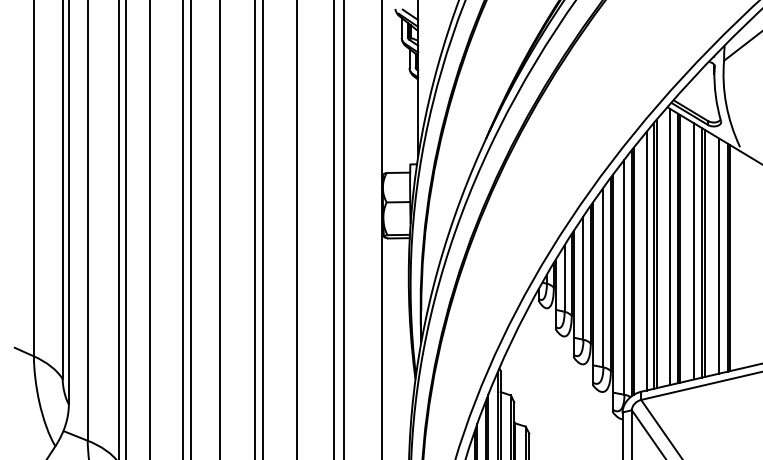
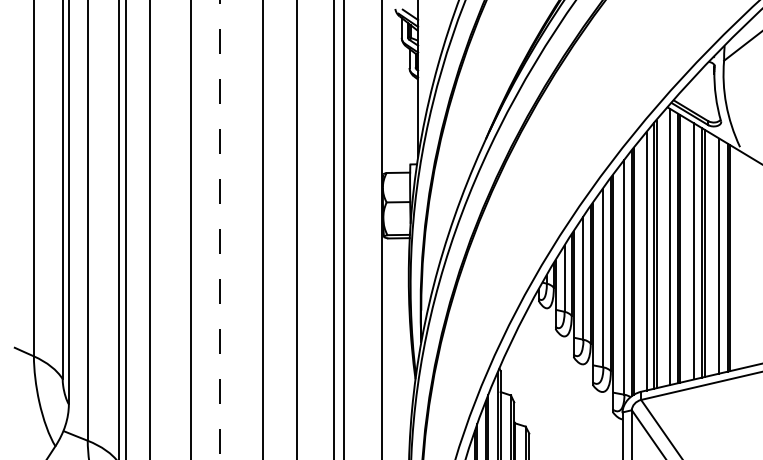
line at (182, 229): present -> none
line at (219, 229): solid -> dashed
line at (254, 229): present -> none
